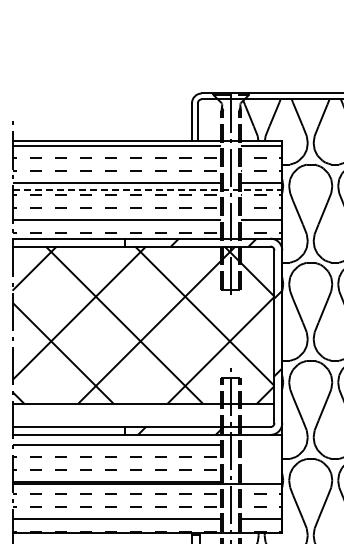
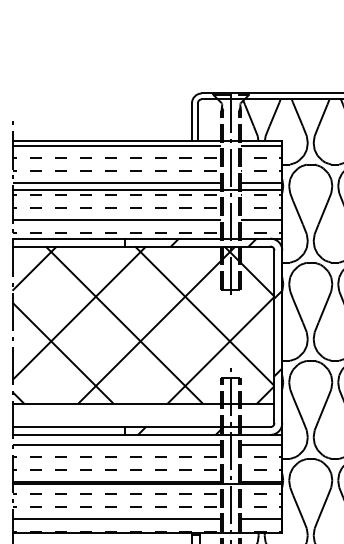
line at (147, 189): dashed -> solid
hatch at (261, 463): none -> present
